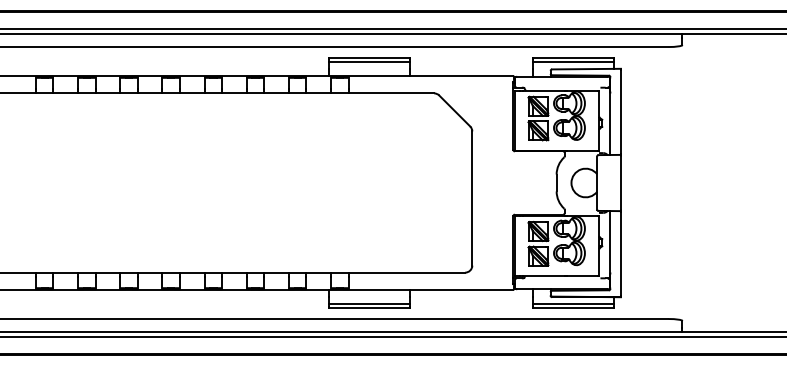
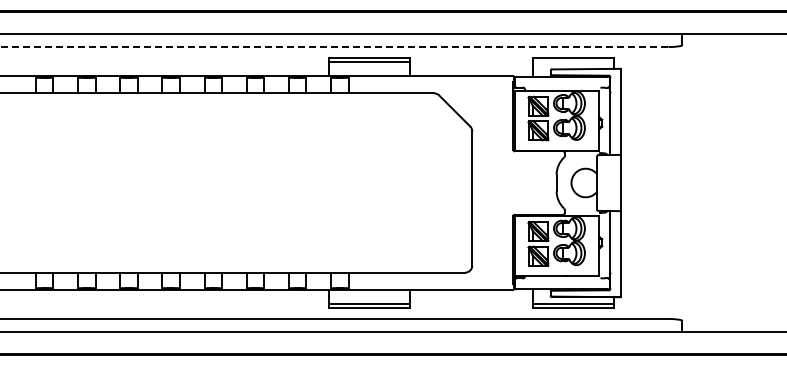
line at (392, 29): present -> none
line at (334, 47): solid -> dashed
line at (573, 61): present -> none
line at (392, 336): present -> none
